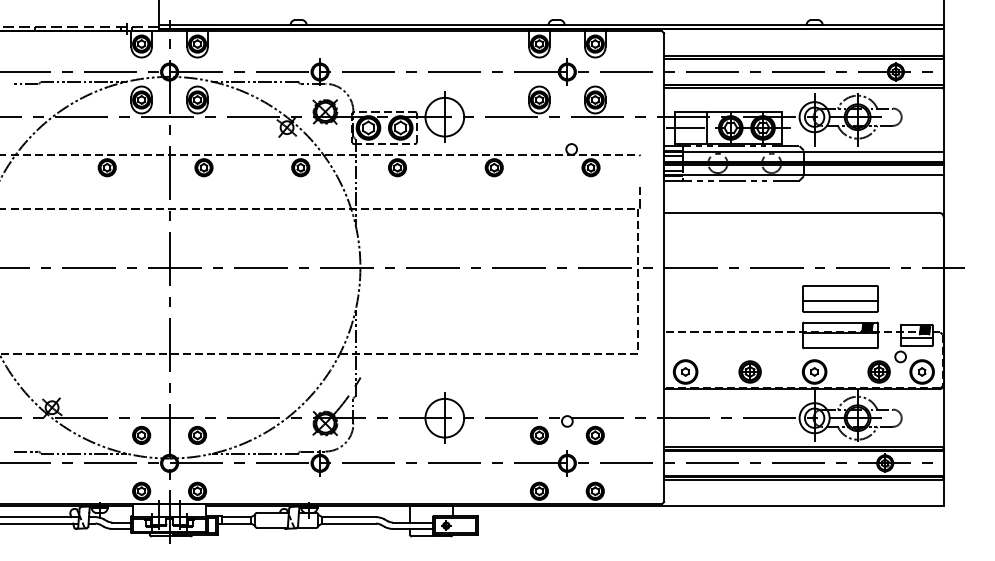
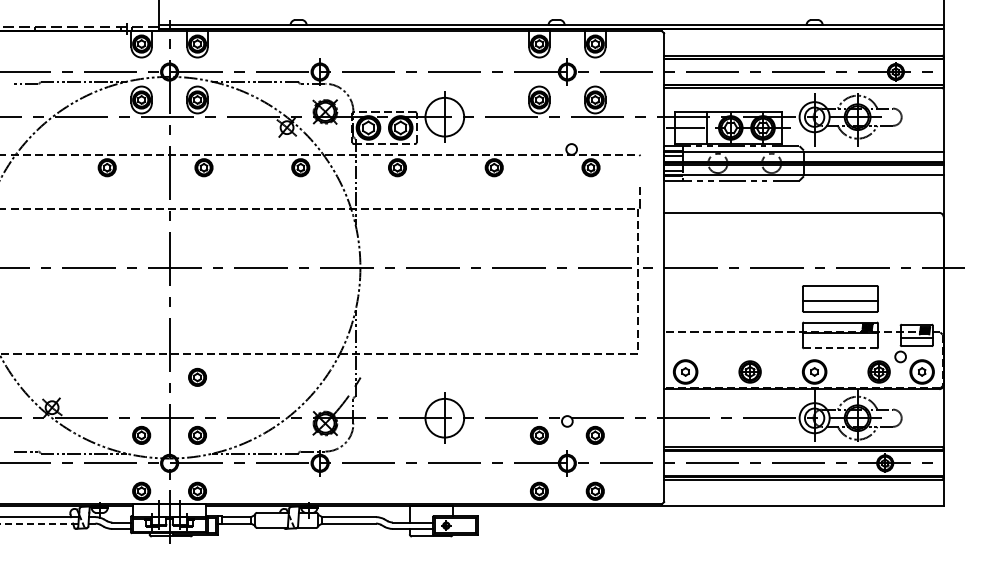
line at (840, 348): solid -> dashed
part at (197, 376): none -> present
line at (39, 523): solid -> dashed
